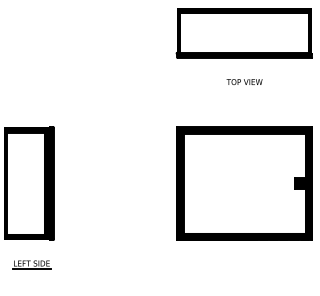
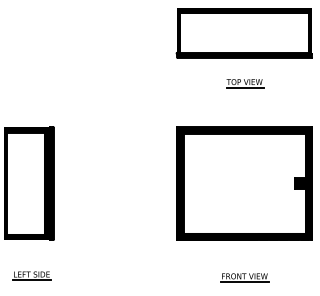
line at (245, 88): none -> present
part at (31, 264) position: (31, 264) -> (31, 275)
part at (244, 277): none -> present
